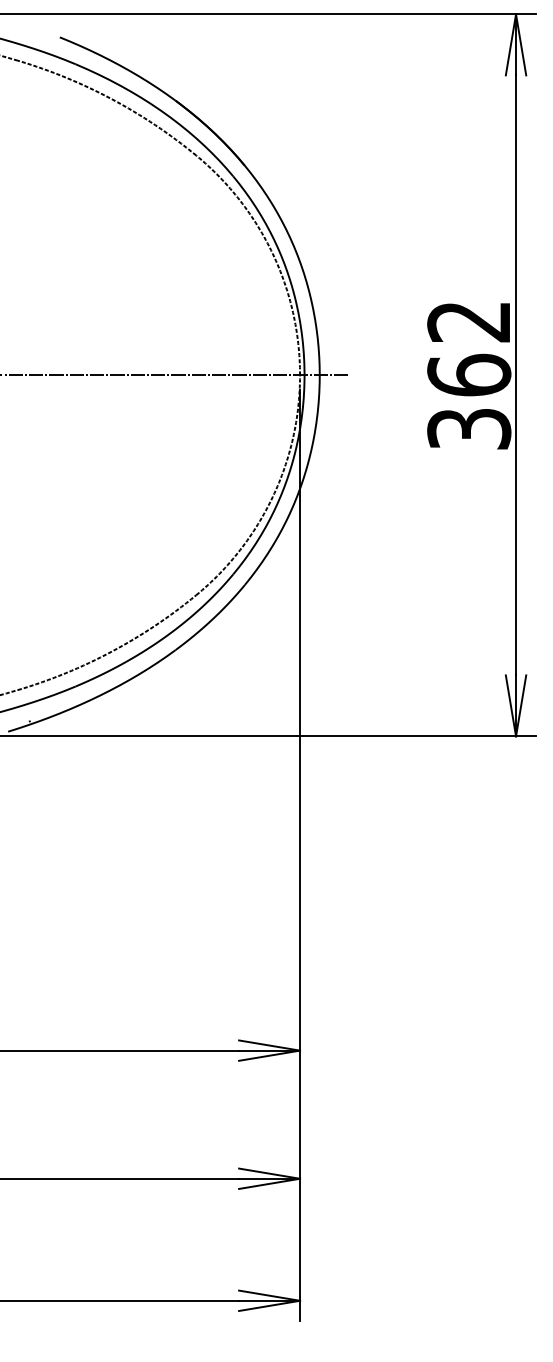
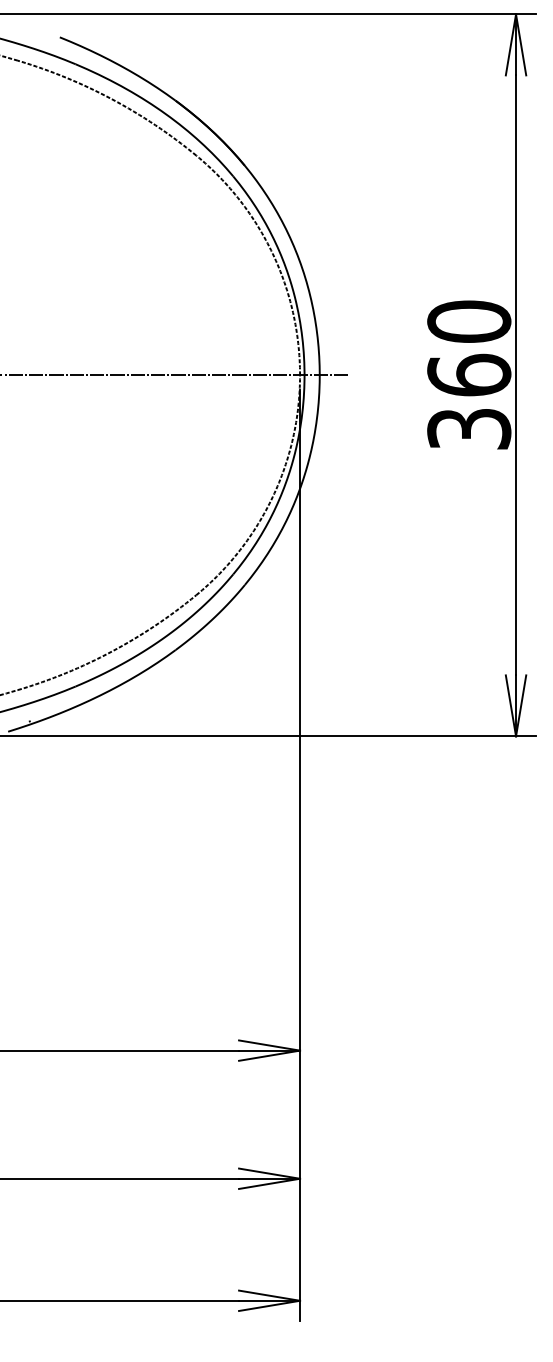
text at (469, 321): 362 -> 360
